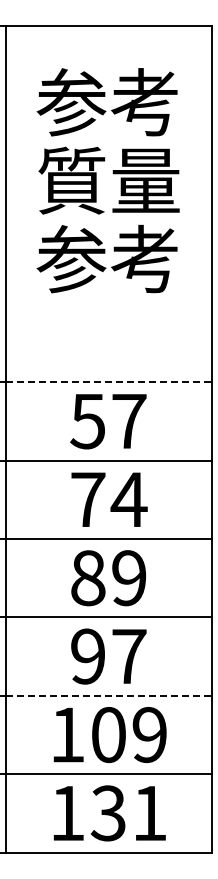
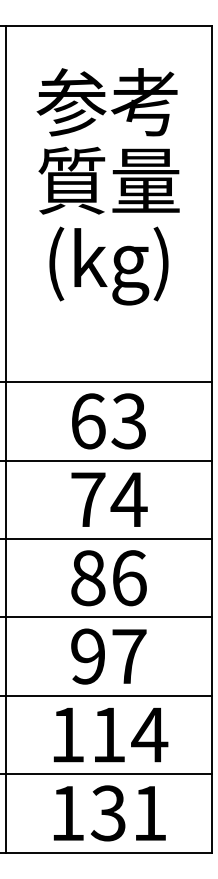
text at (106, 264): 参考 -> (kg)
line at (108, 382): dashed -> solid
text at (108, 421): 57 -> 63
text at (129, 578): 89 -> 86
line at (108, 695): dashed -> solid
text at (130, 735): 109 -> 114
